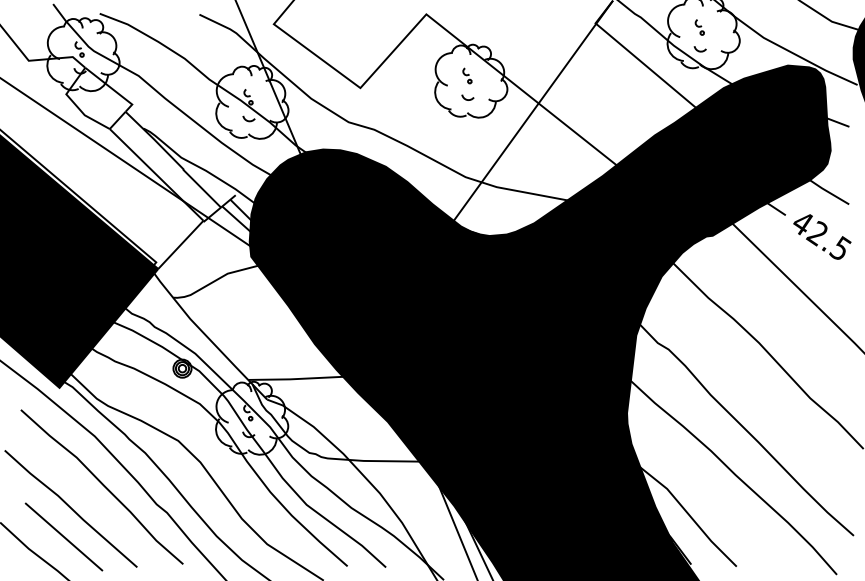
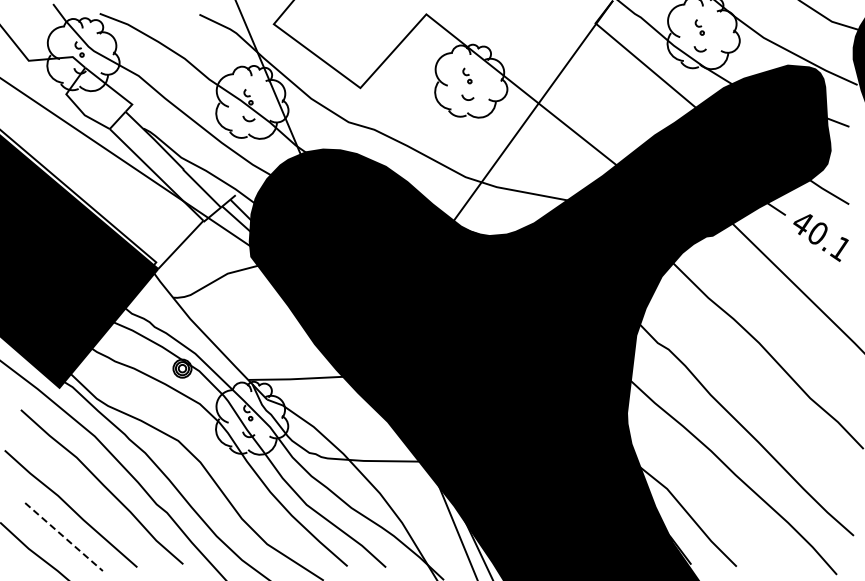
text at (828, 241): 42.5 -> 40.1
line at (64, 537): solid -> dashed
